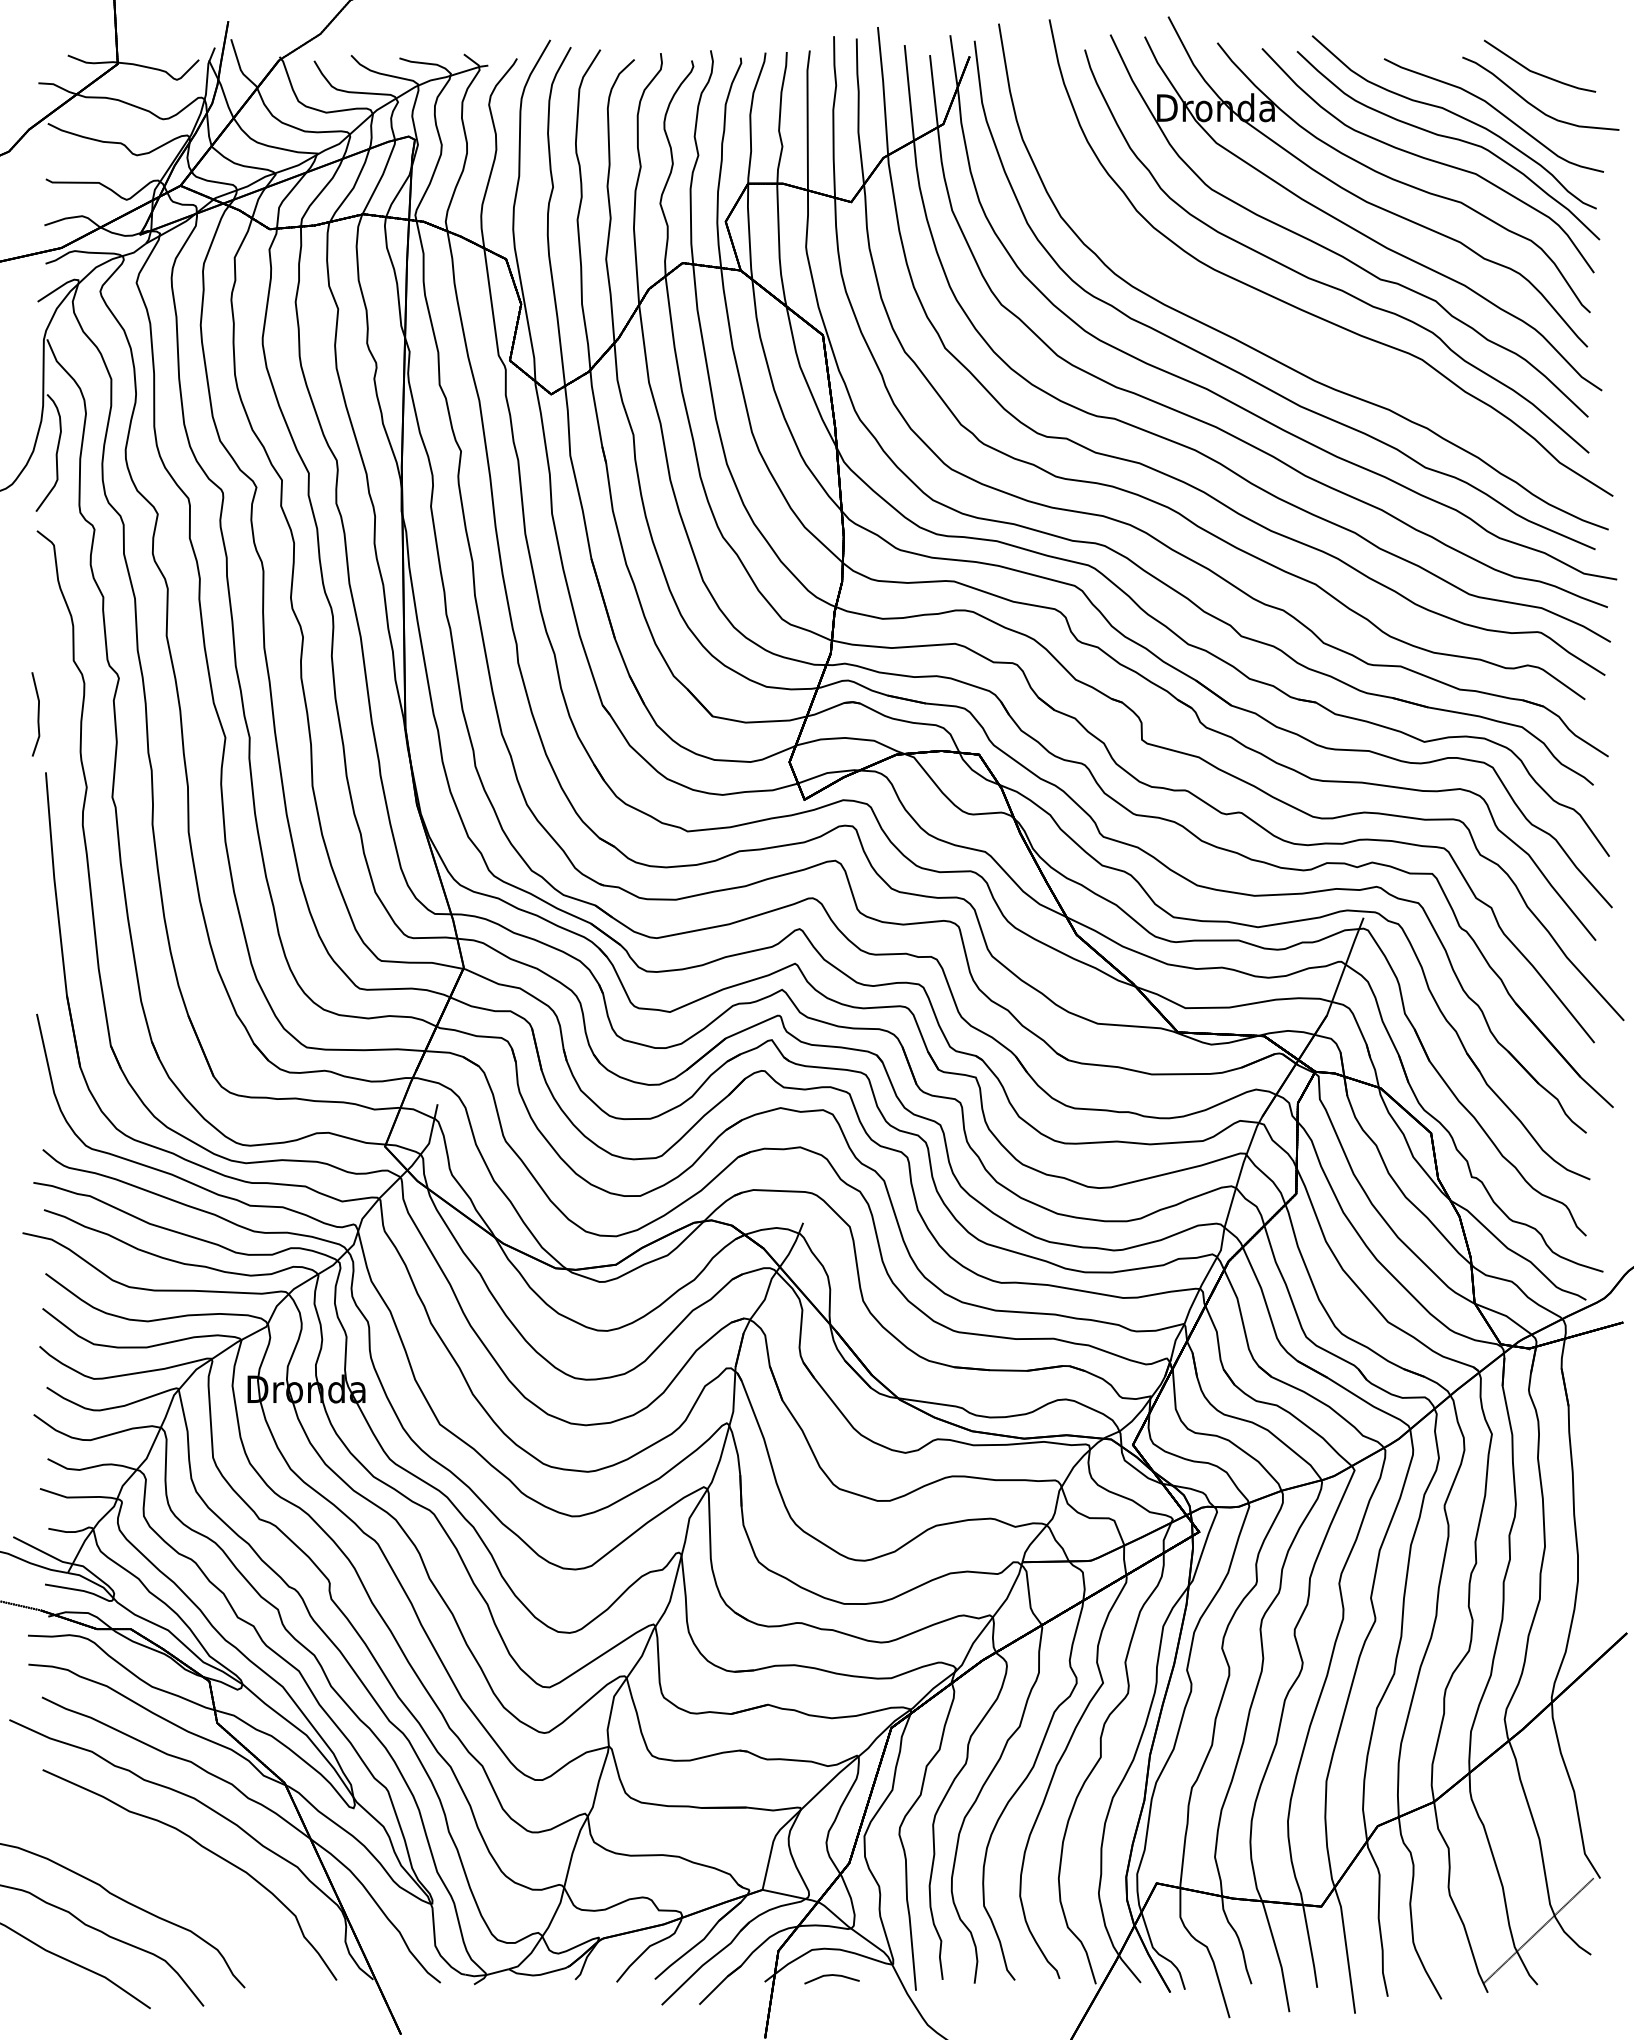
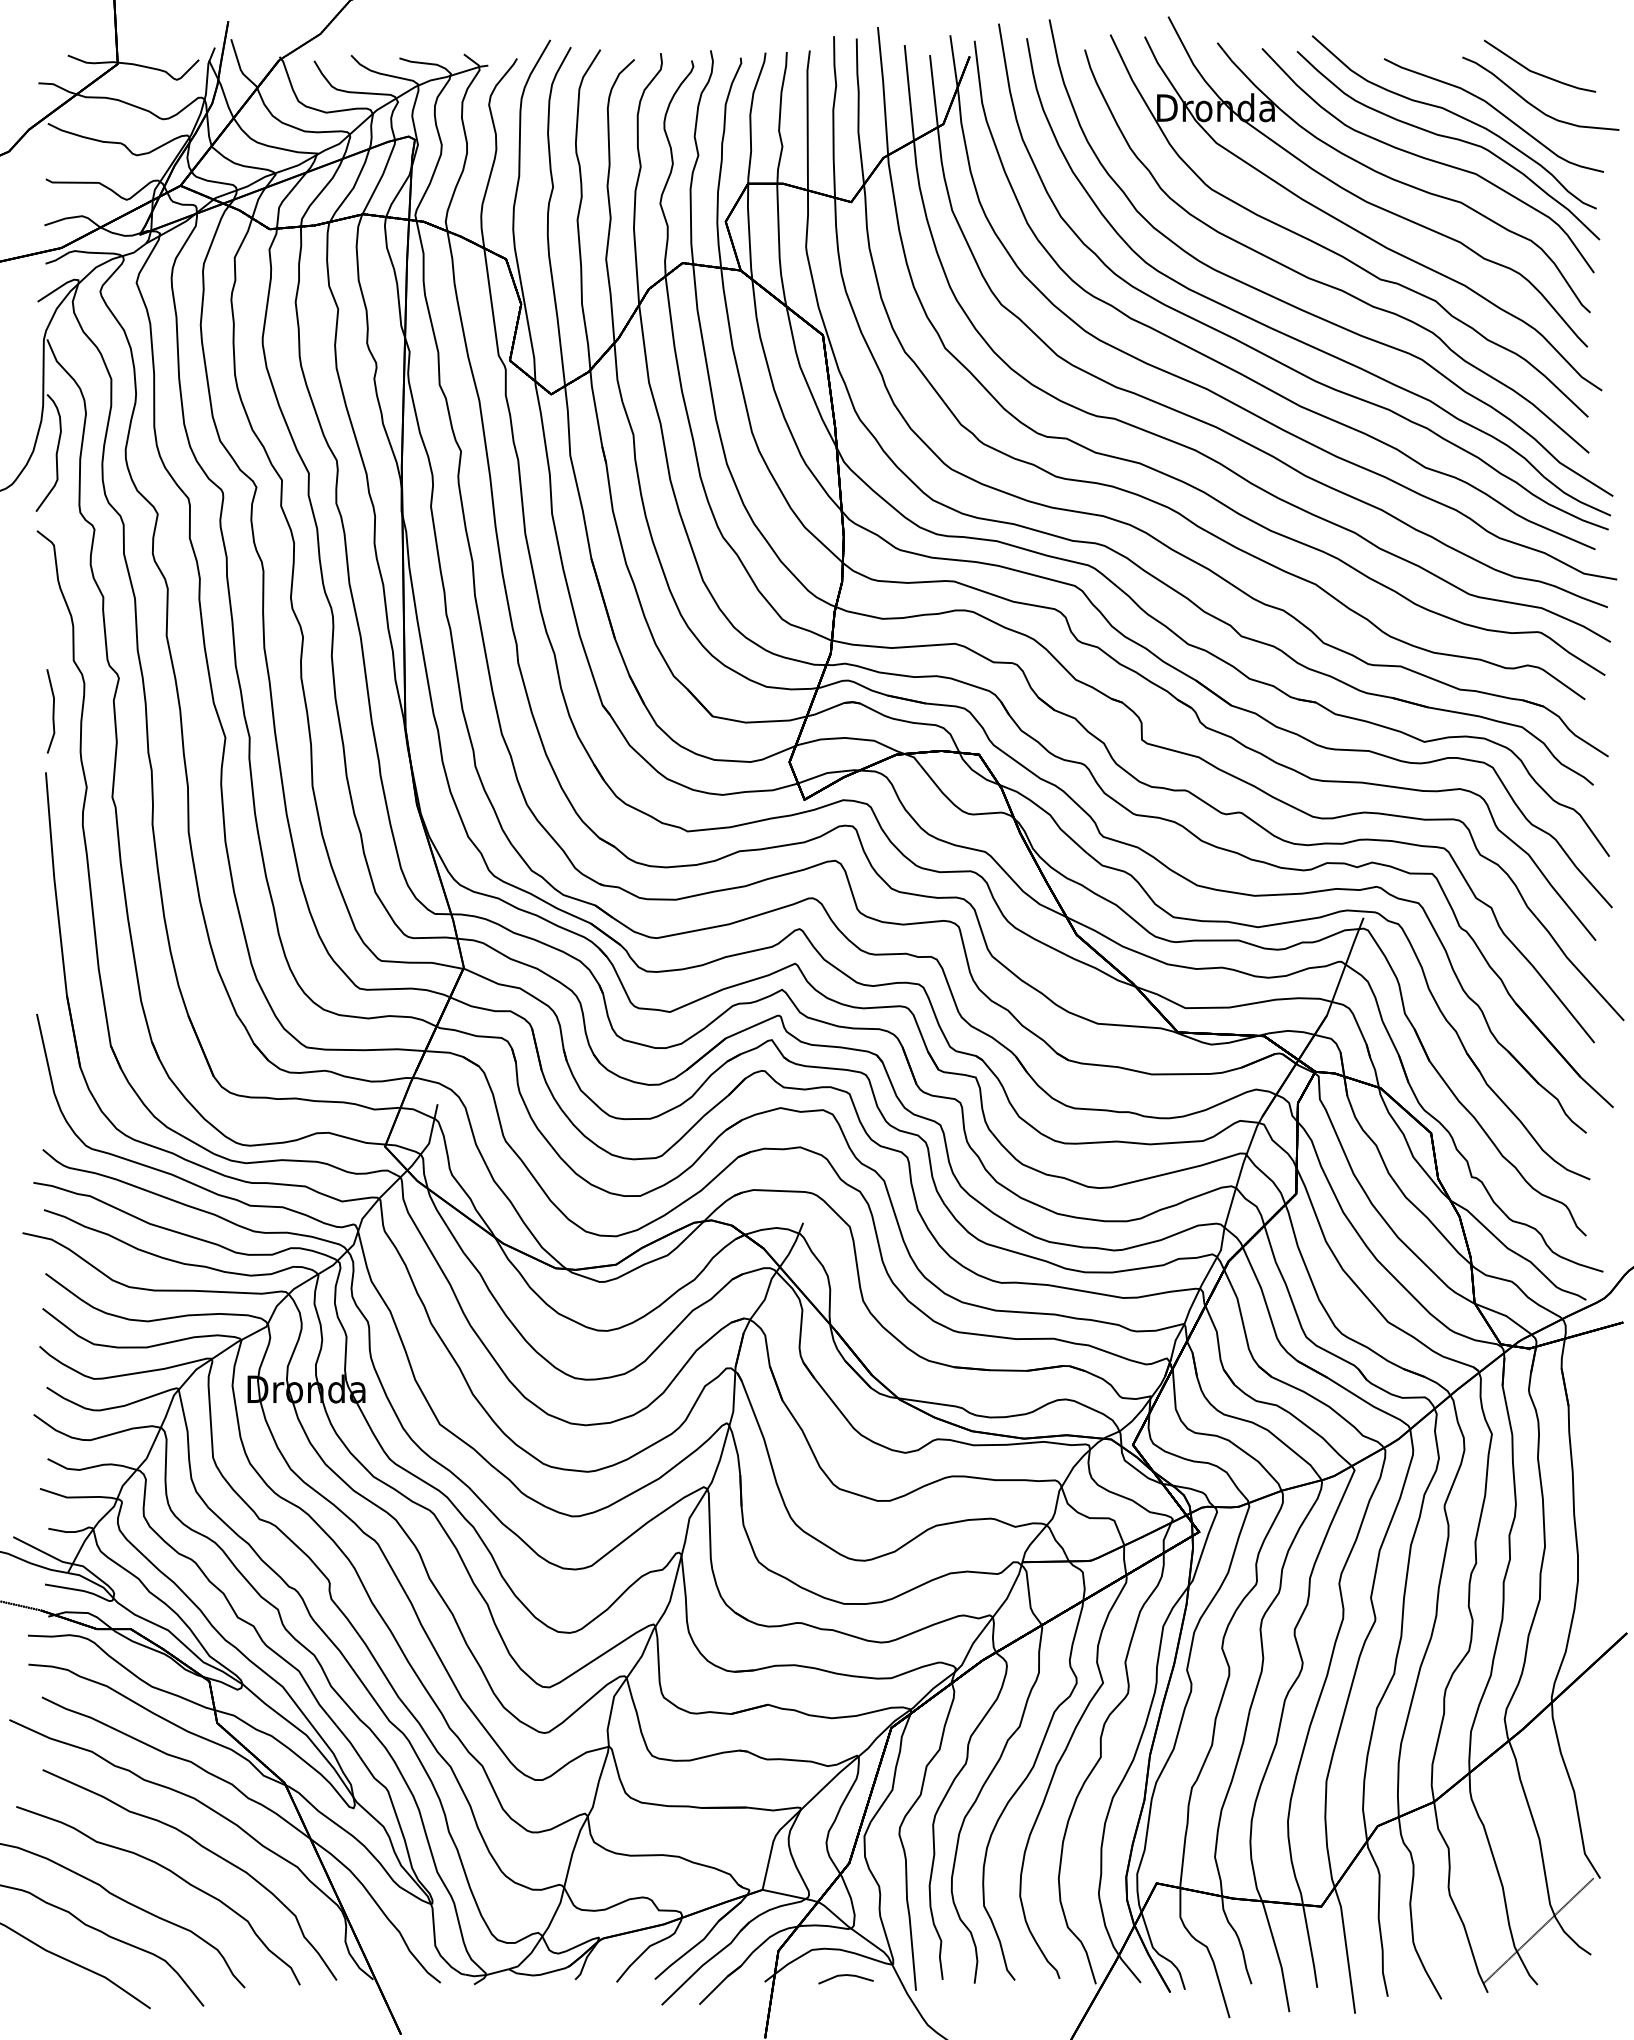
curve at (1290, 335): none -> present
line at (37, 714) position: (37, 714) -> (52, 711)
curve at (173, 1874): none -> present
line at (830, 1976) position: (830, 1976) -> (844, 1976)
